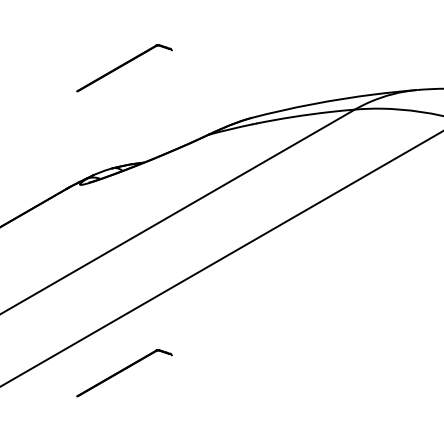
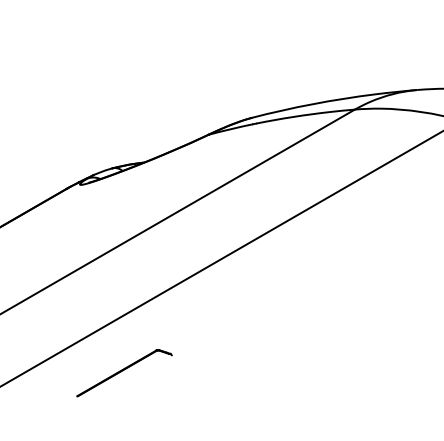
part at (124, 68): present -> none
